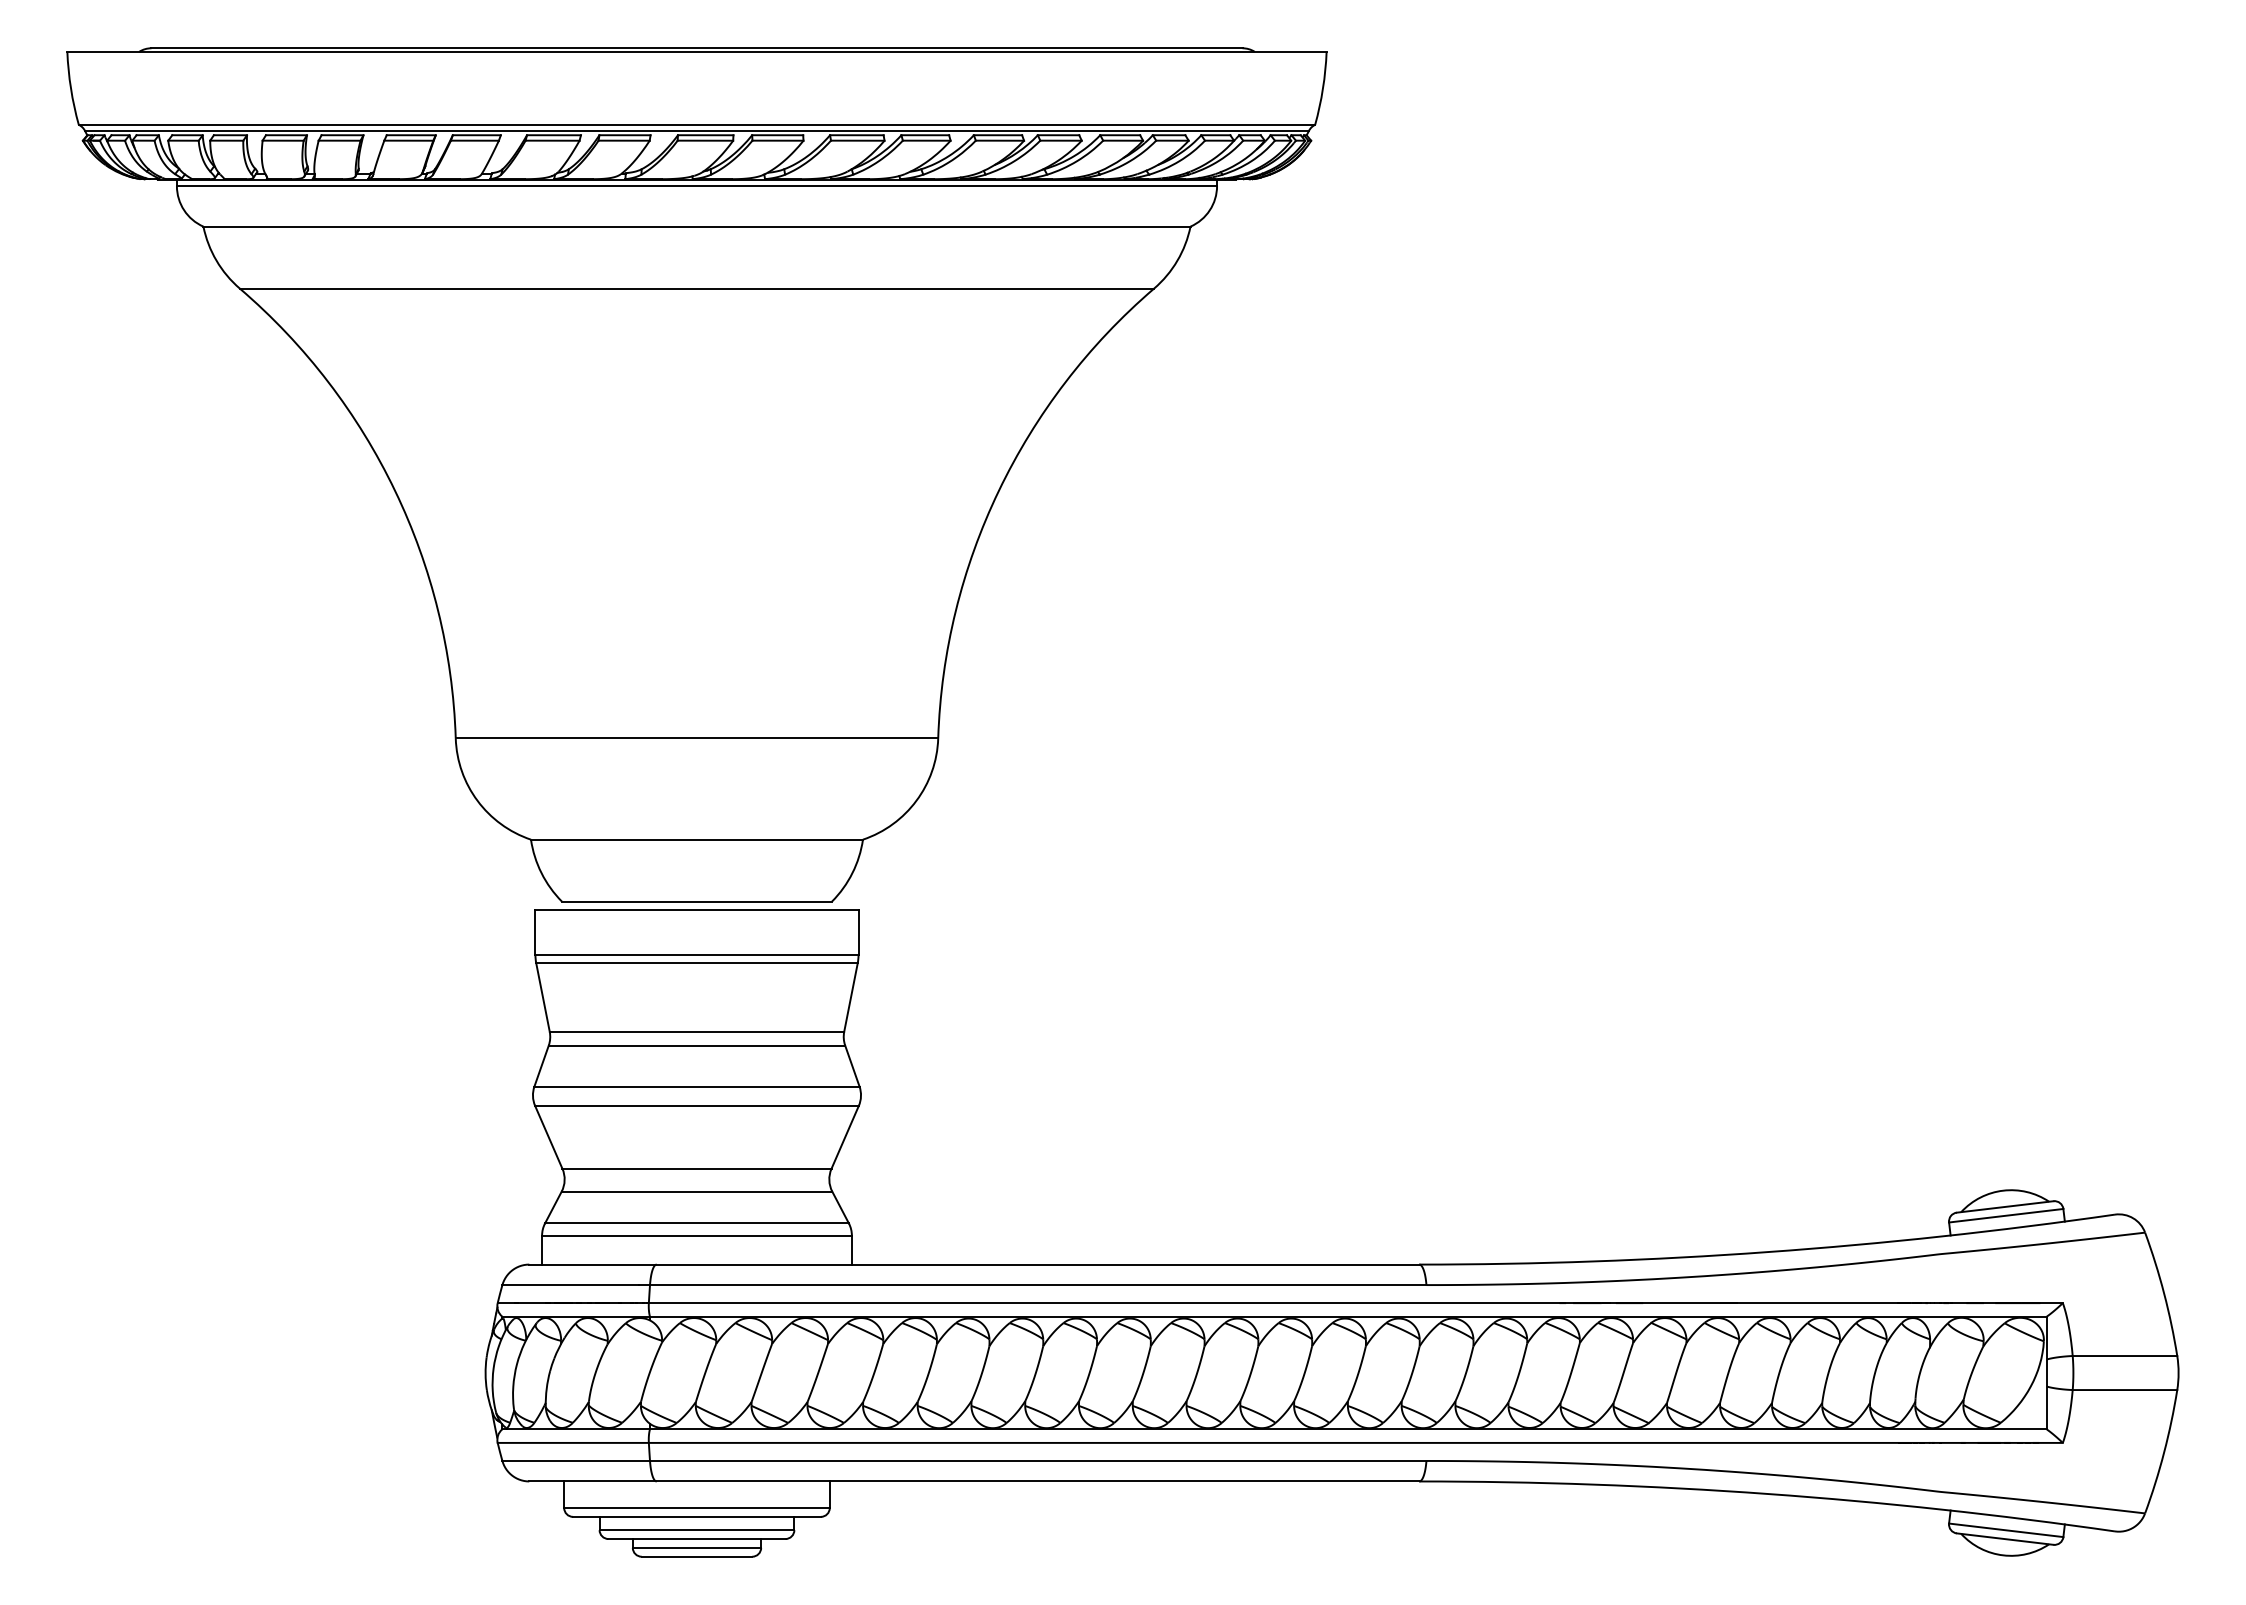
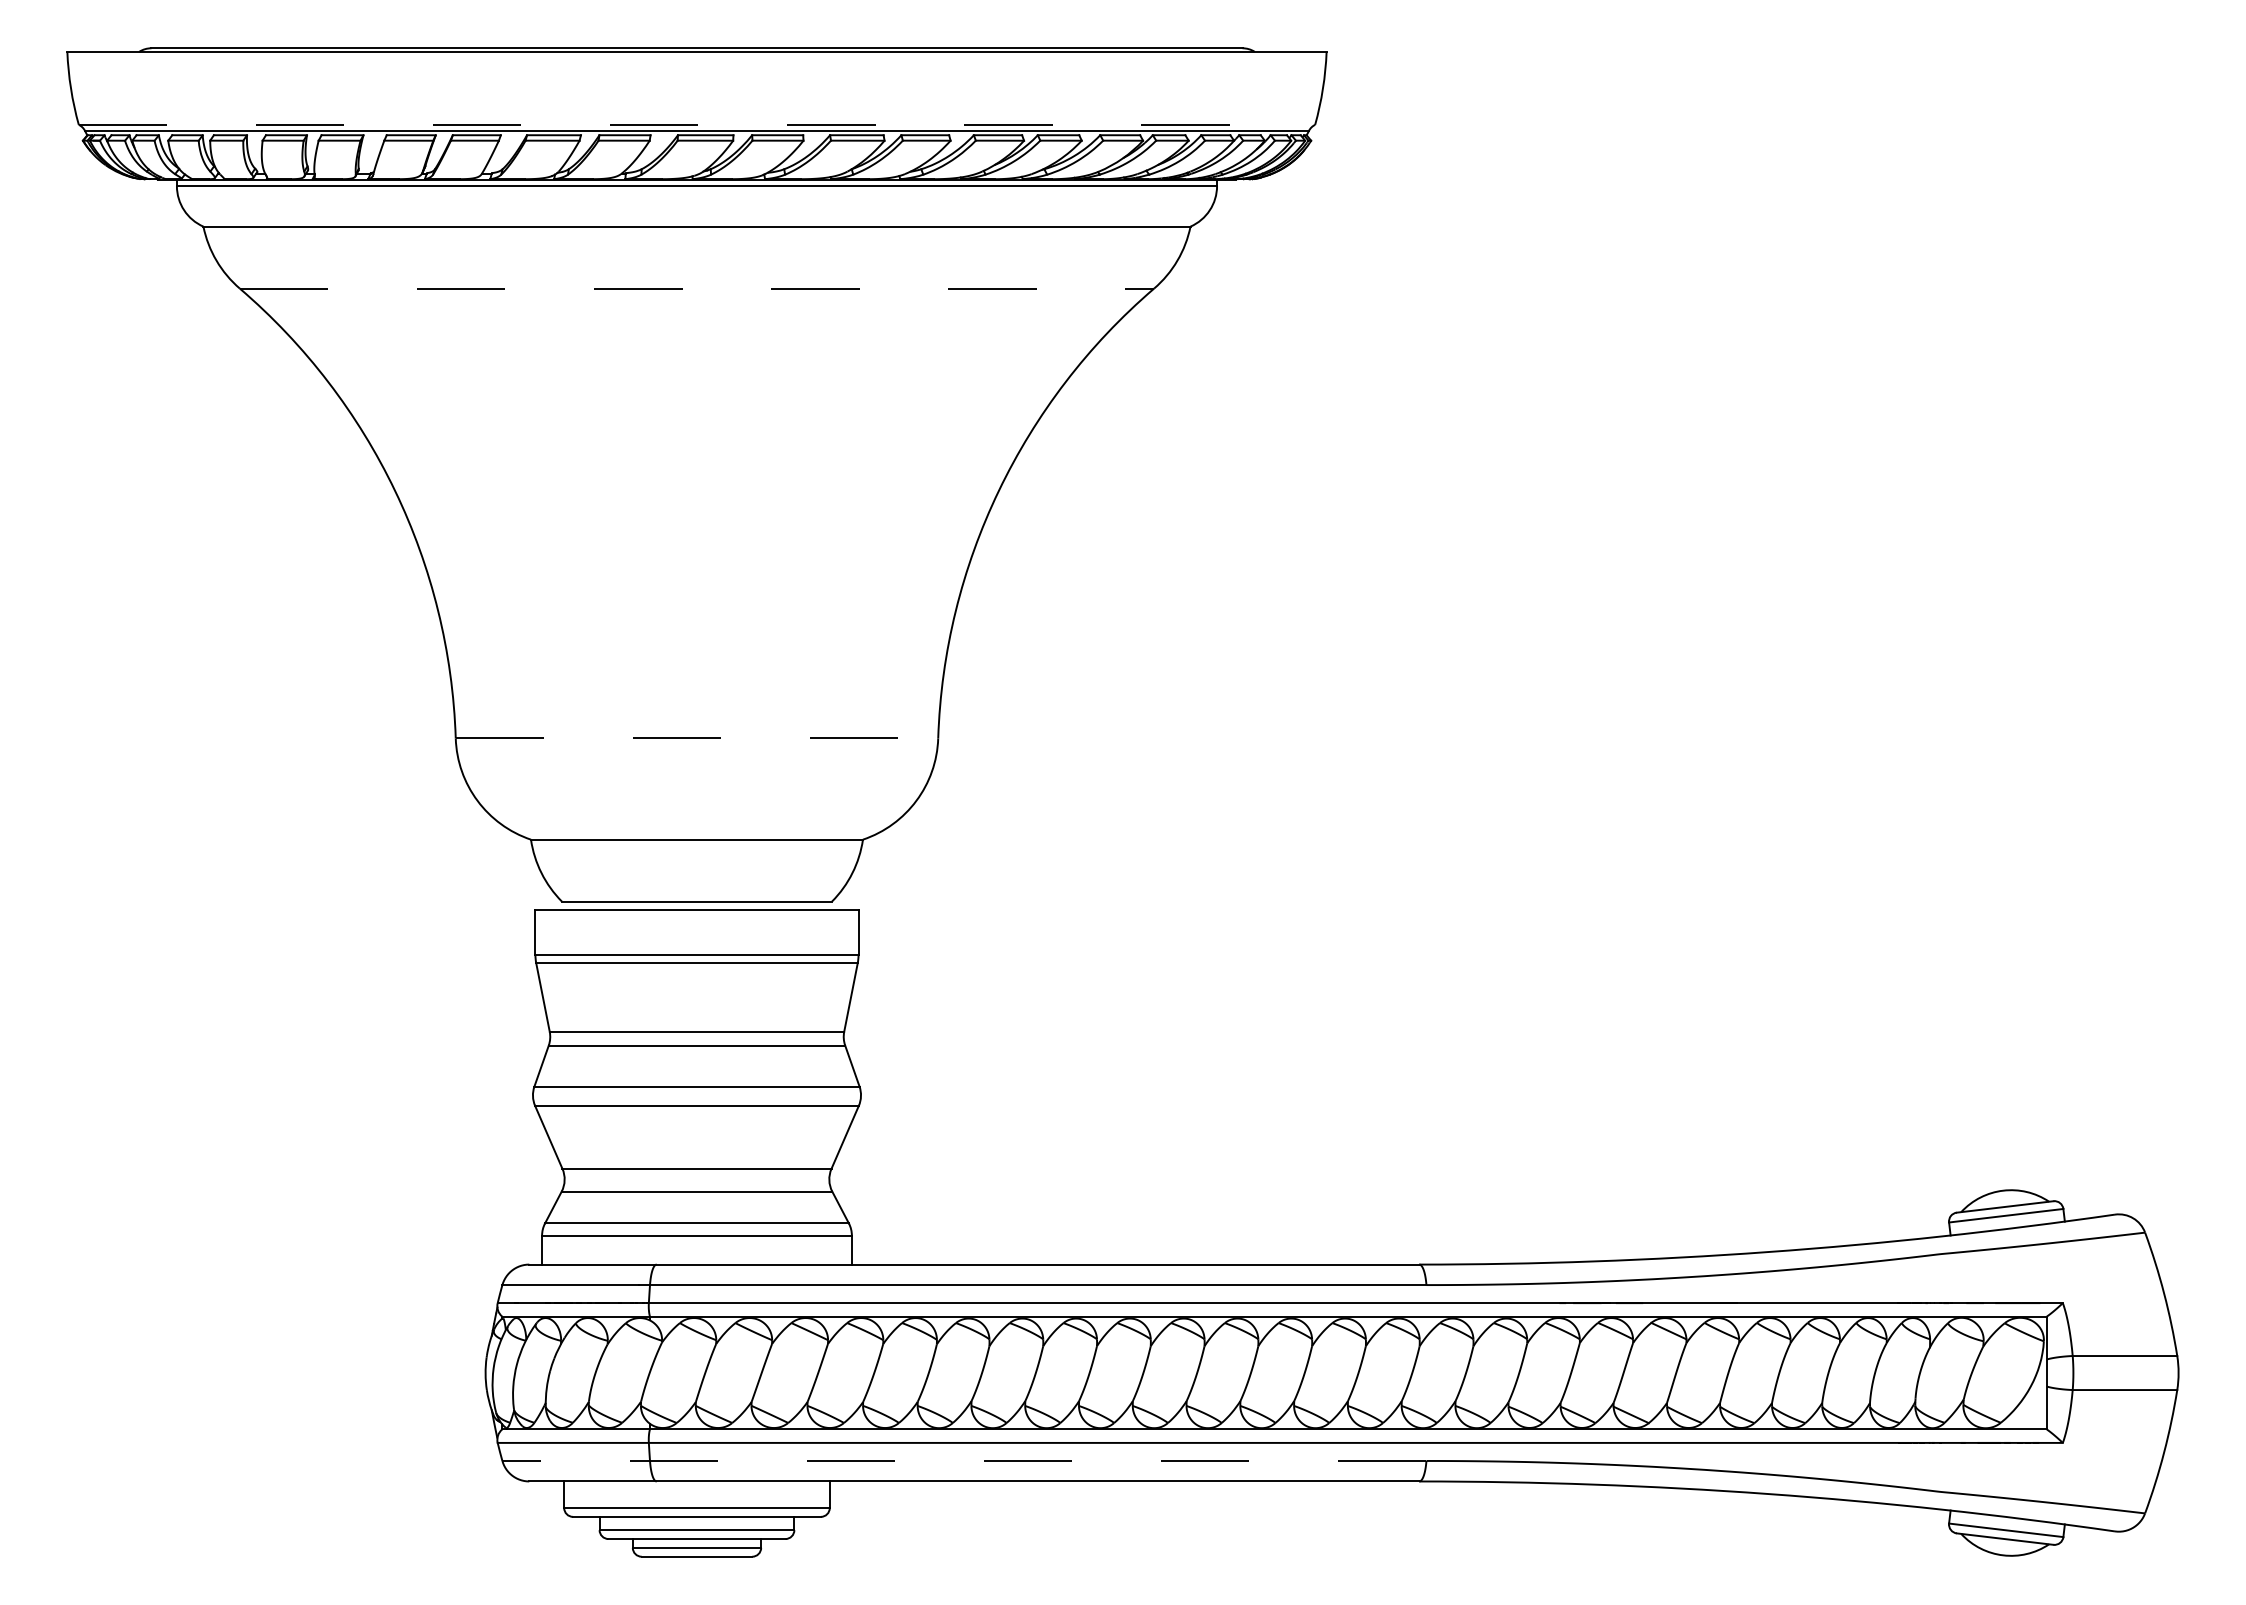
line at (697, 124): solid -> dashed
line at (697, 288): solid -> dashed
line at (697, 738): solid -> dashed
line at (963, 1460): solid -> dashed
